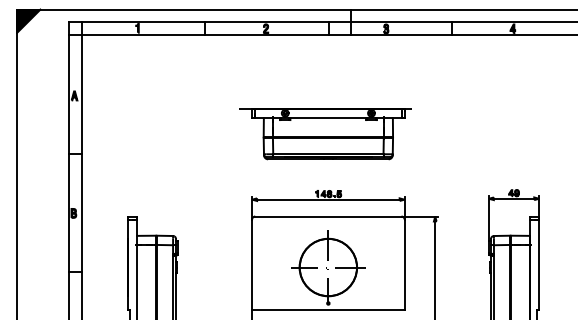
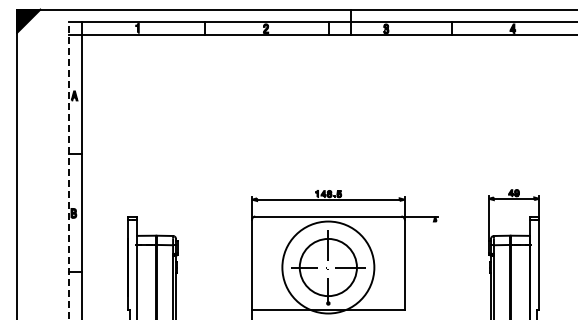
part at (325, 134): present -> none
line at (68, 170): solid -> dashed
circle at (328, 267) diameter: 57 px -> 92 px
line at (435, 268): present -> none
